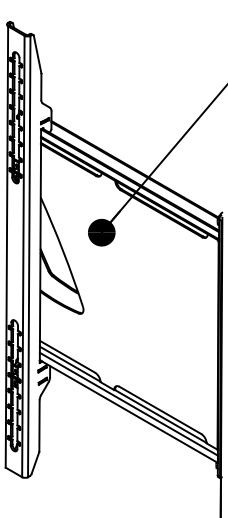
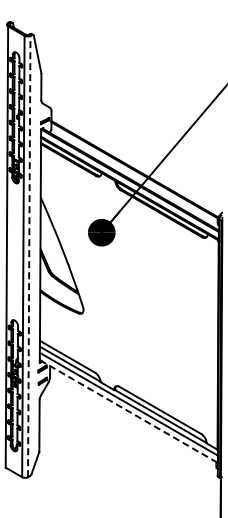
line at (29, 256): solid -> dashed
line at (128, 411): solid -> dashed
